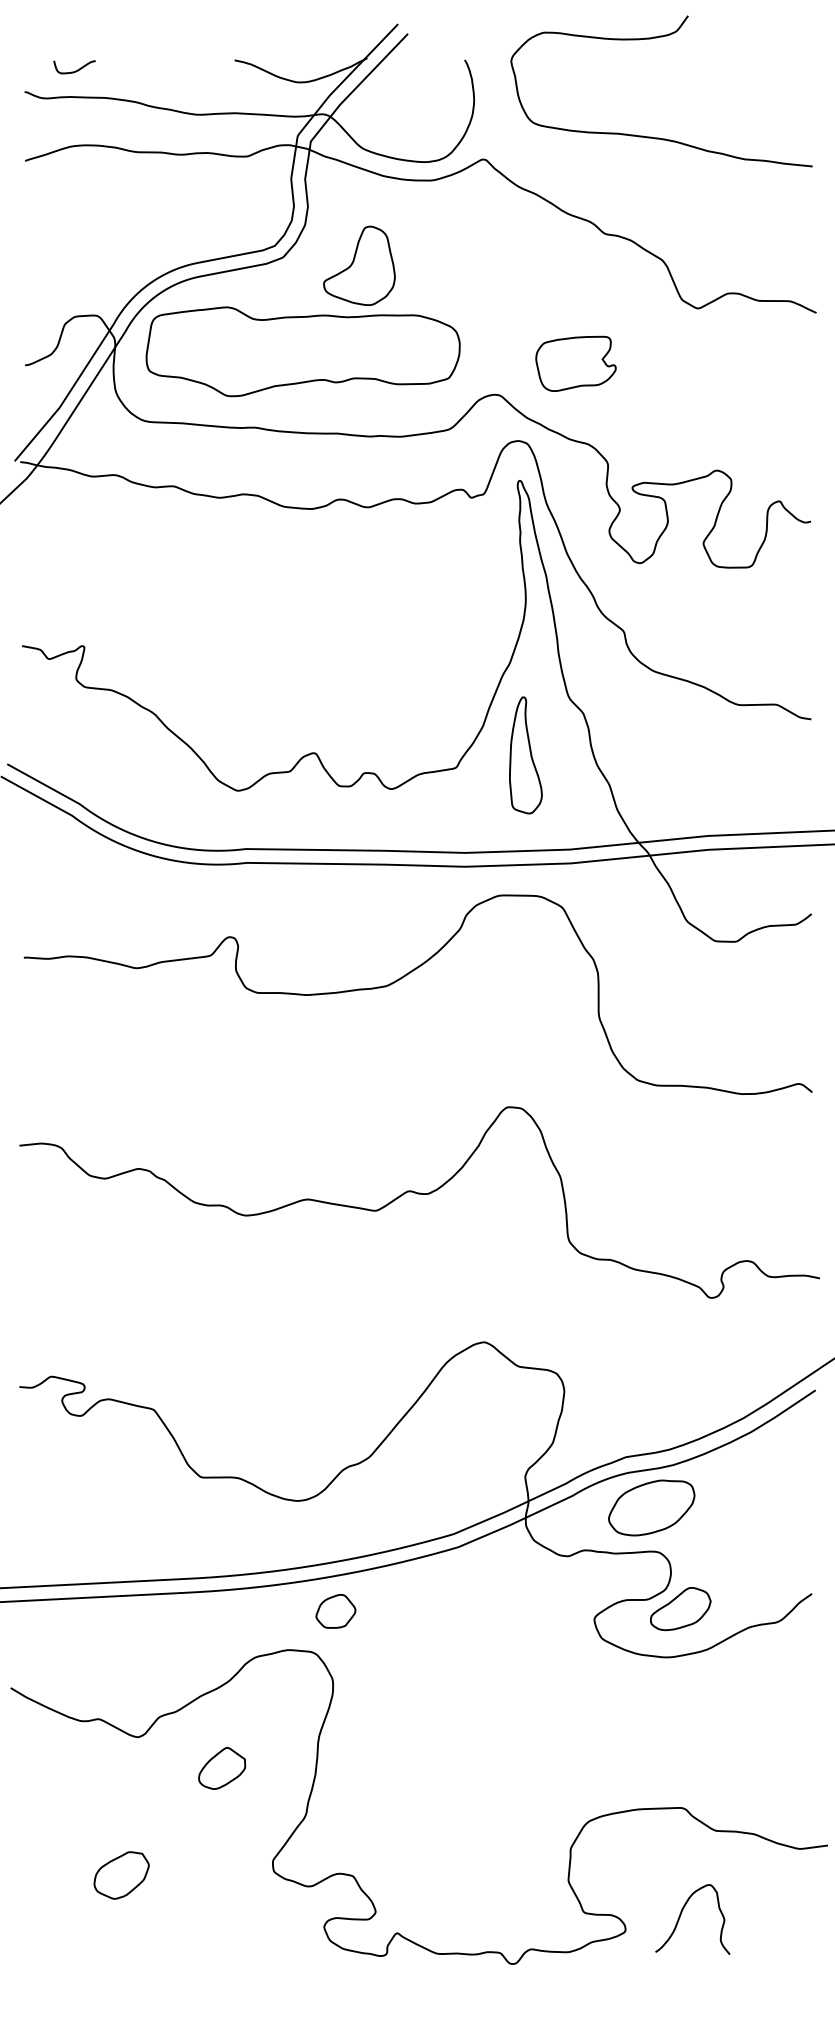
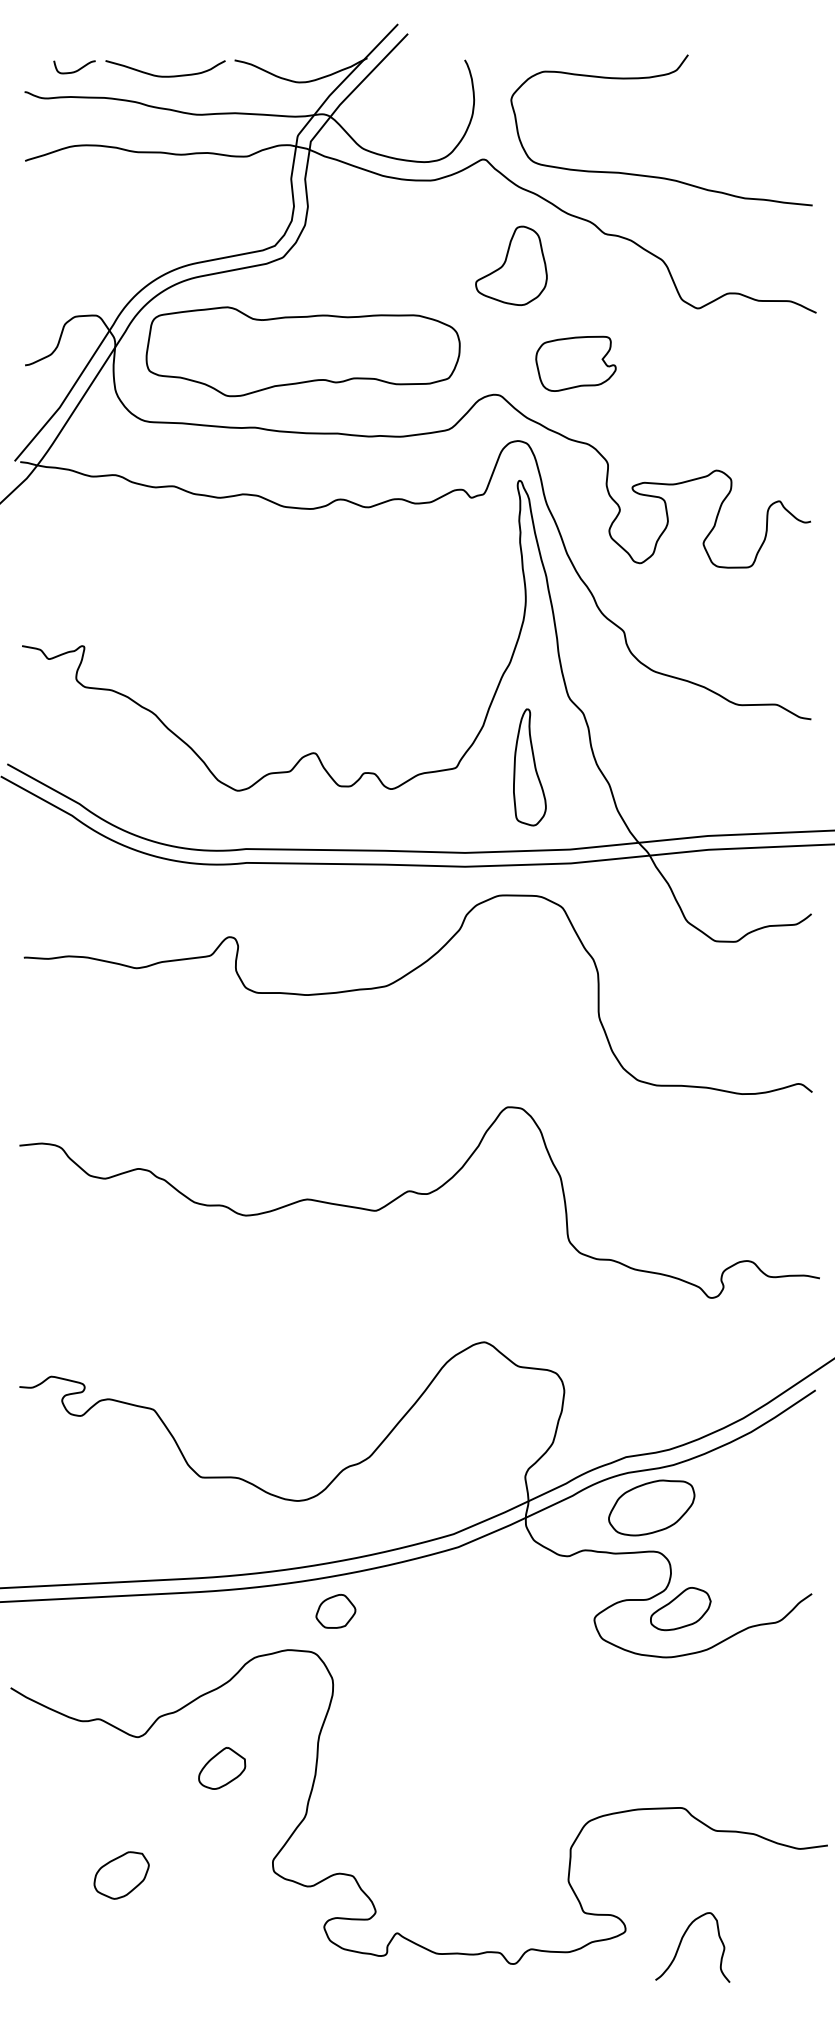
curve at (165, 75): none -> present
curve at (659, 137) position: (659, 137) -> (659, 176)
part at (359, 265) position: (359, 265) -> (511, 265)
part at (525, 755) position: (525, 755) -> (529, 767)
curve at (681, 1915) position: (681, 1915) -> (681, 1943)
